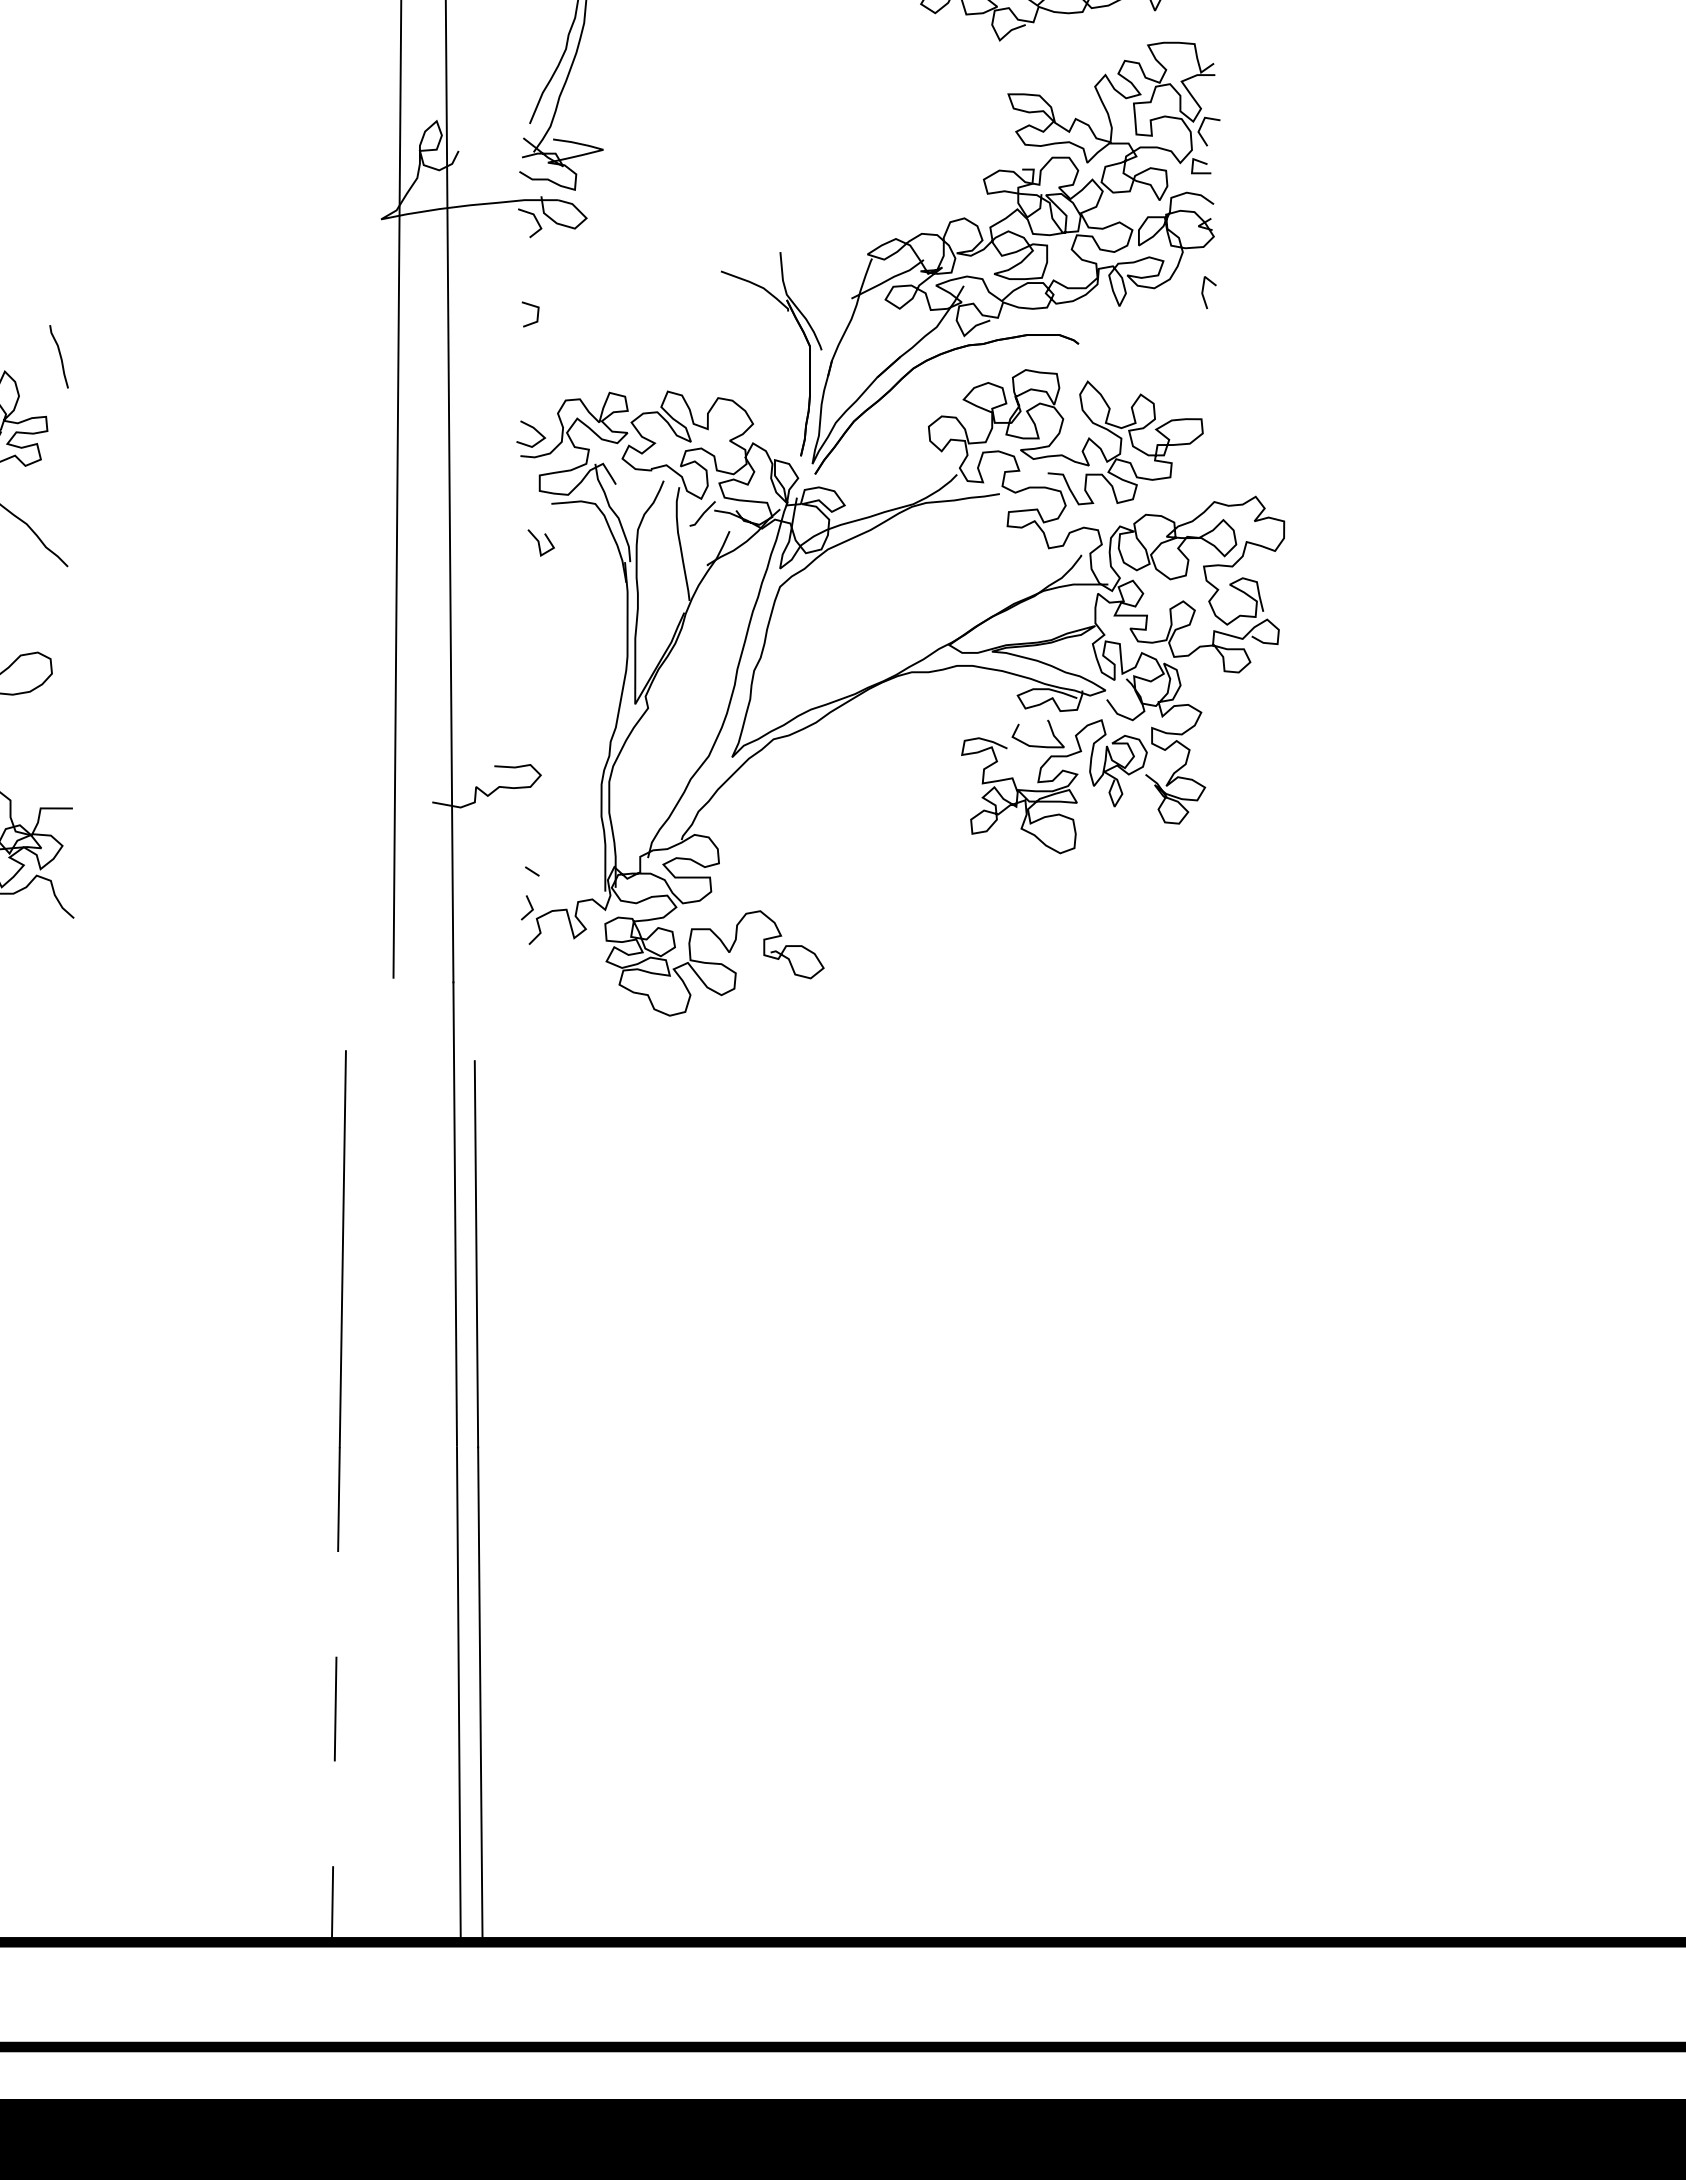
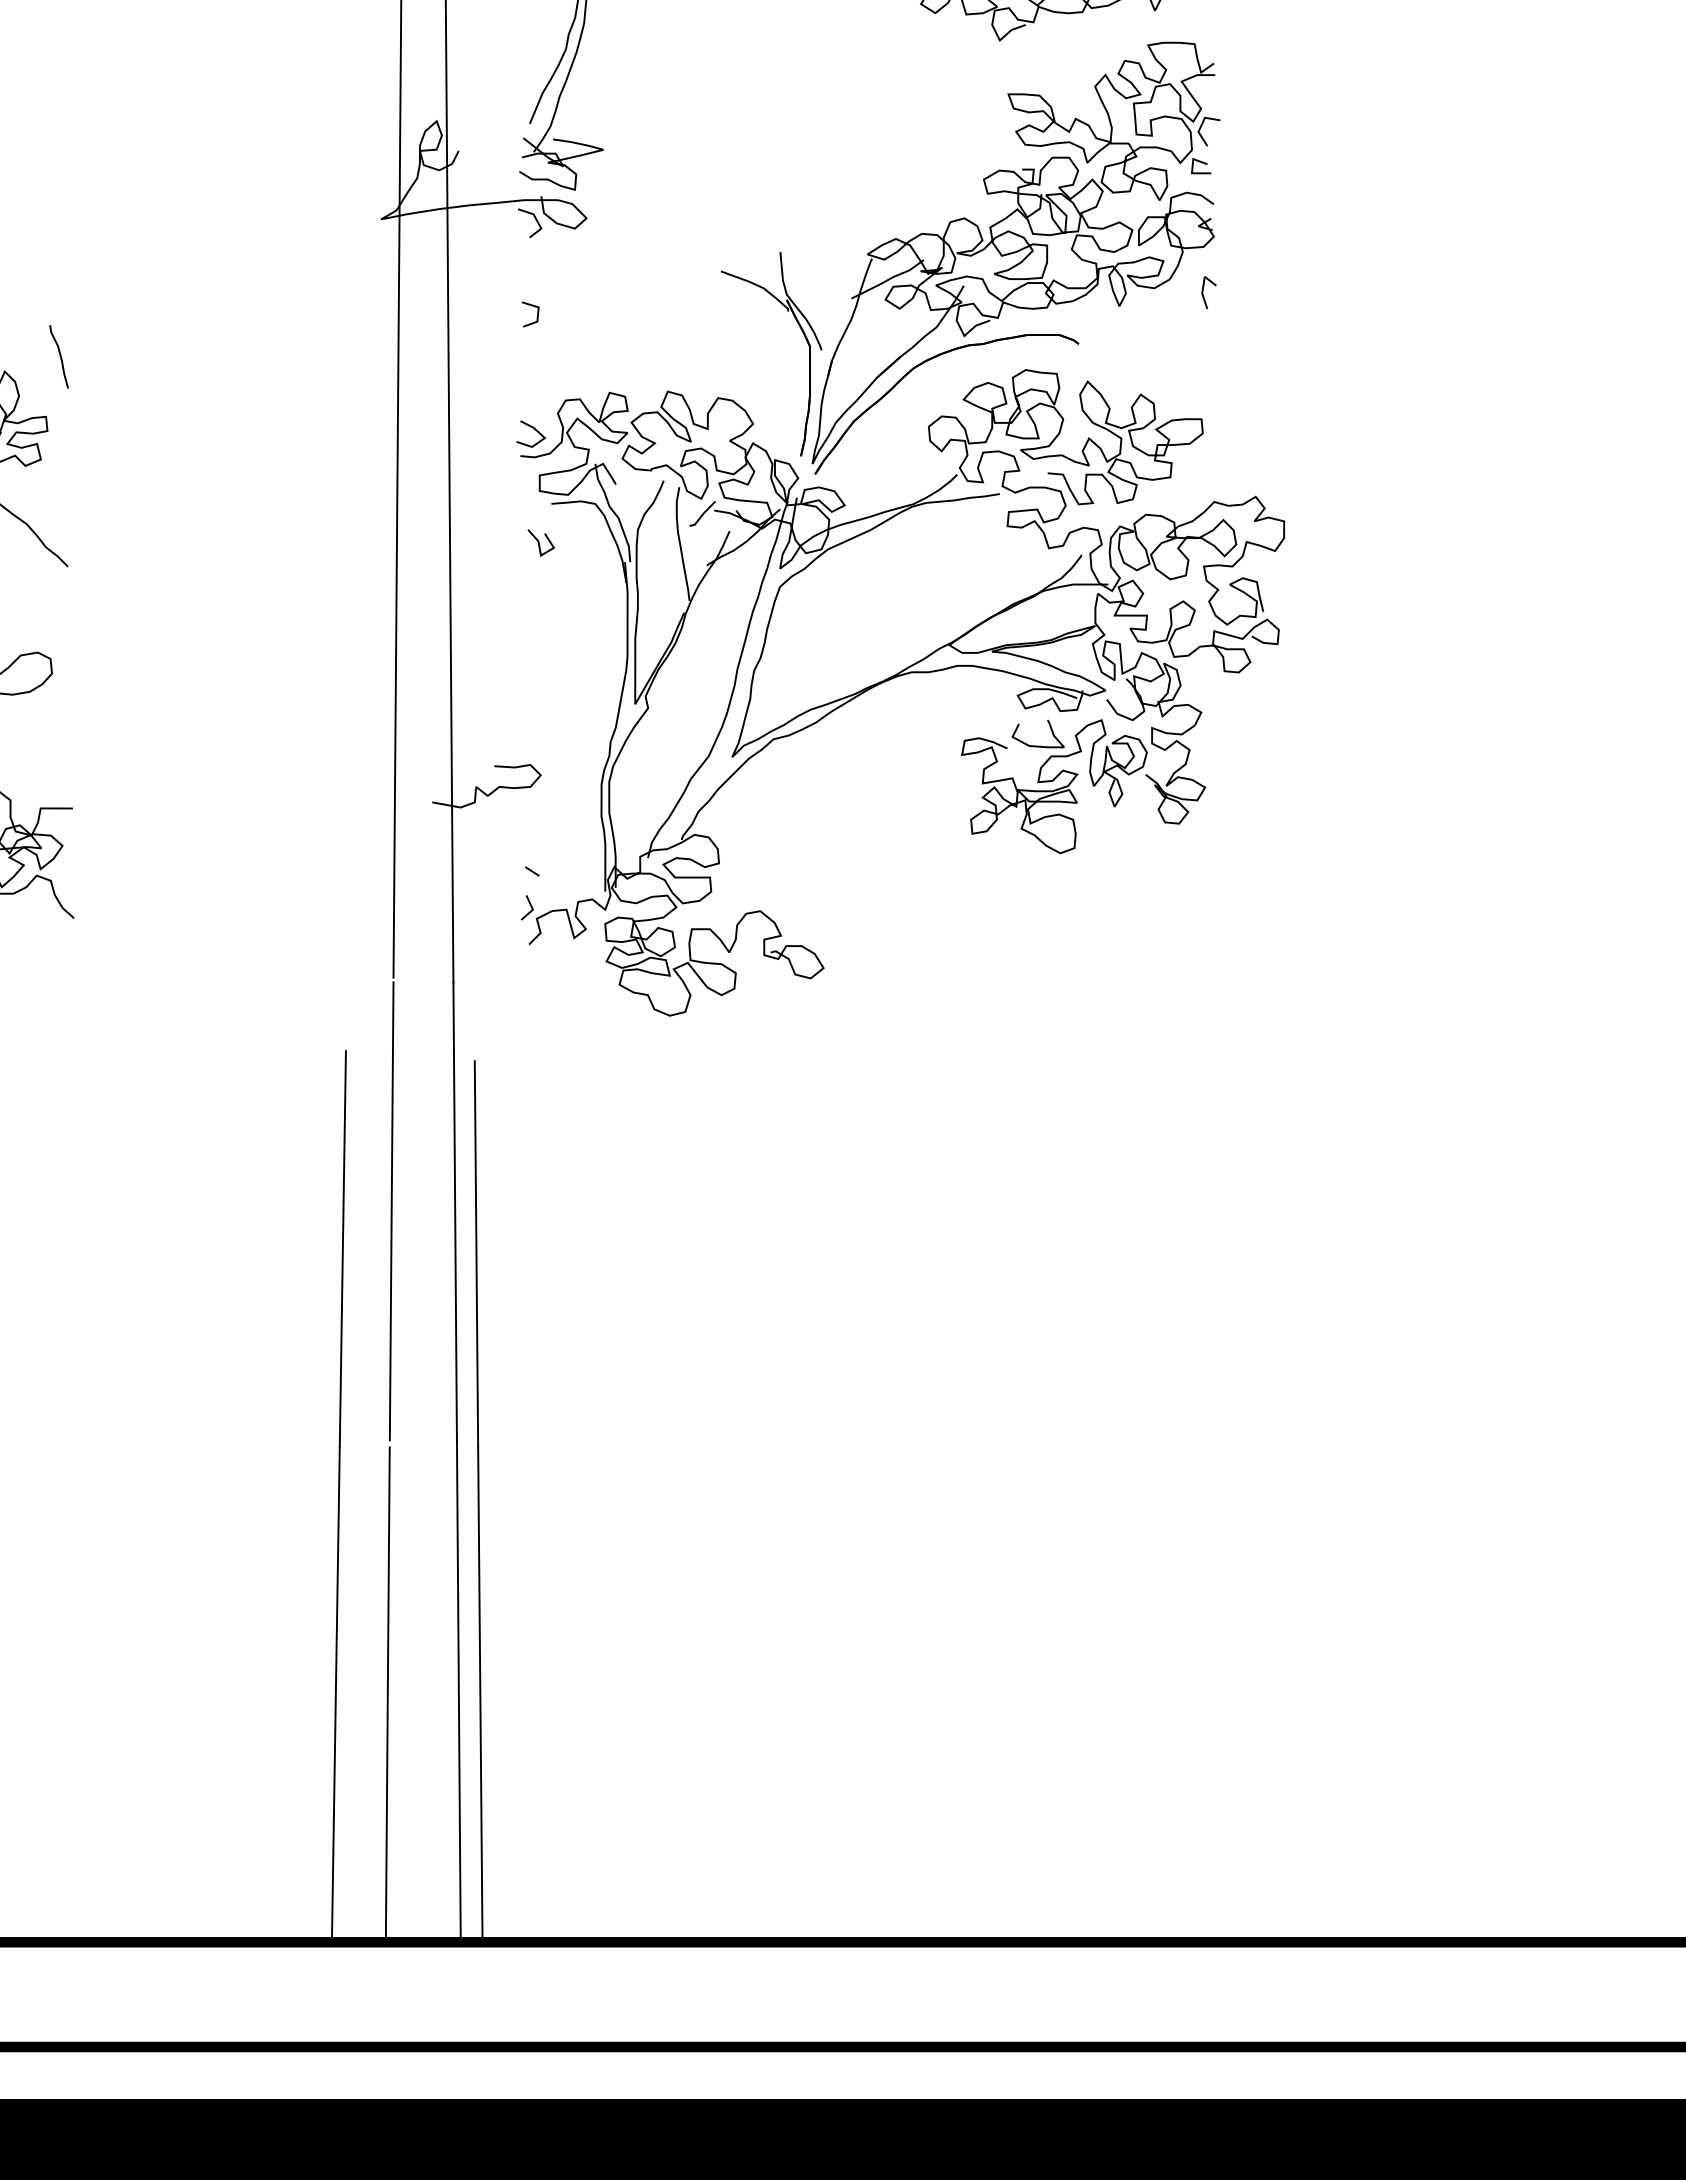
line at (391, 1211): none -> present
line at (335, 1694): dashed -> solid
line at (387, 1694): none -> present
